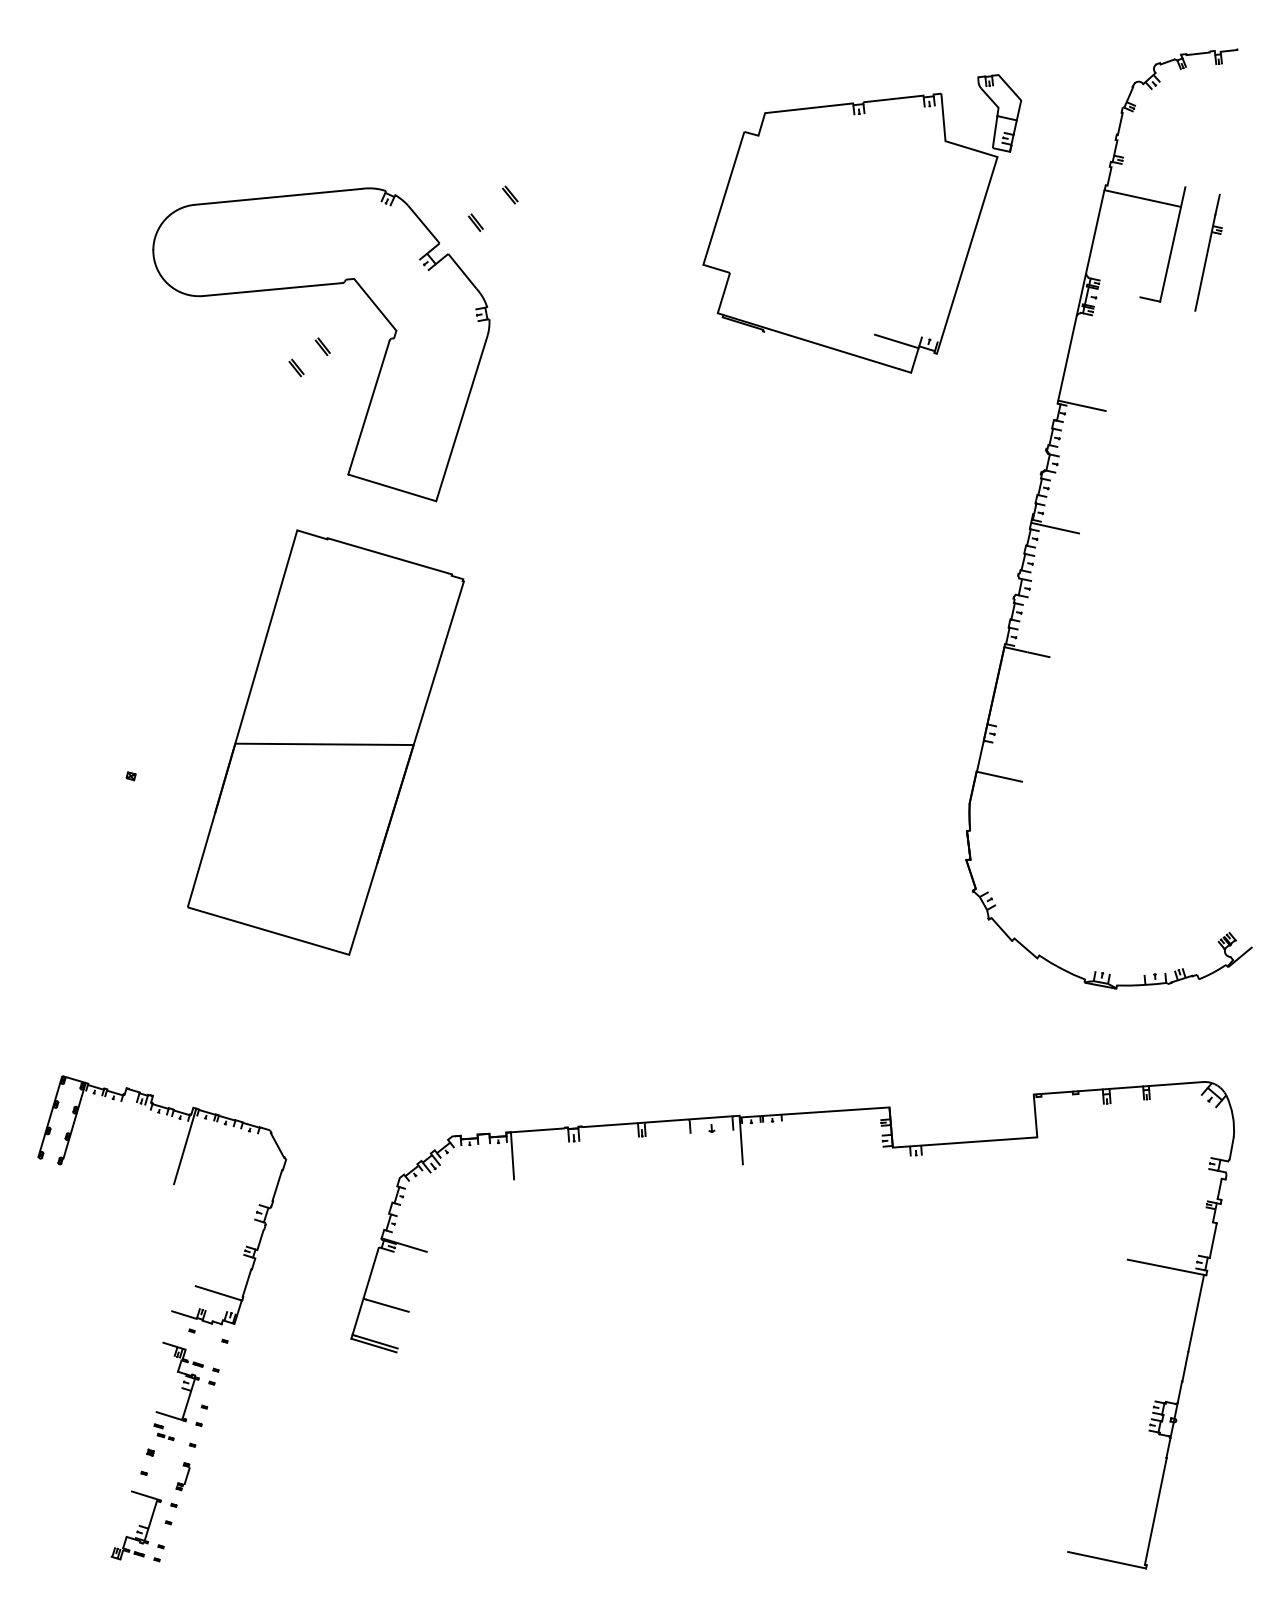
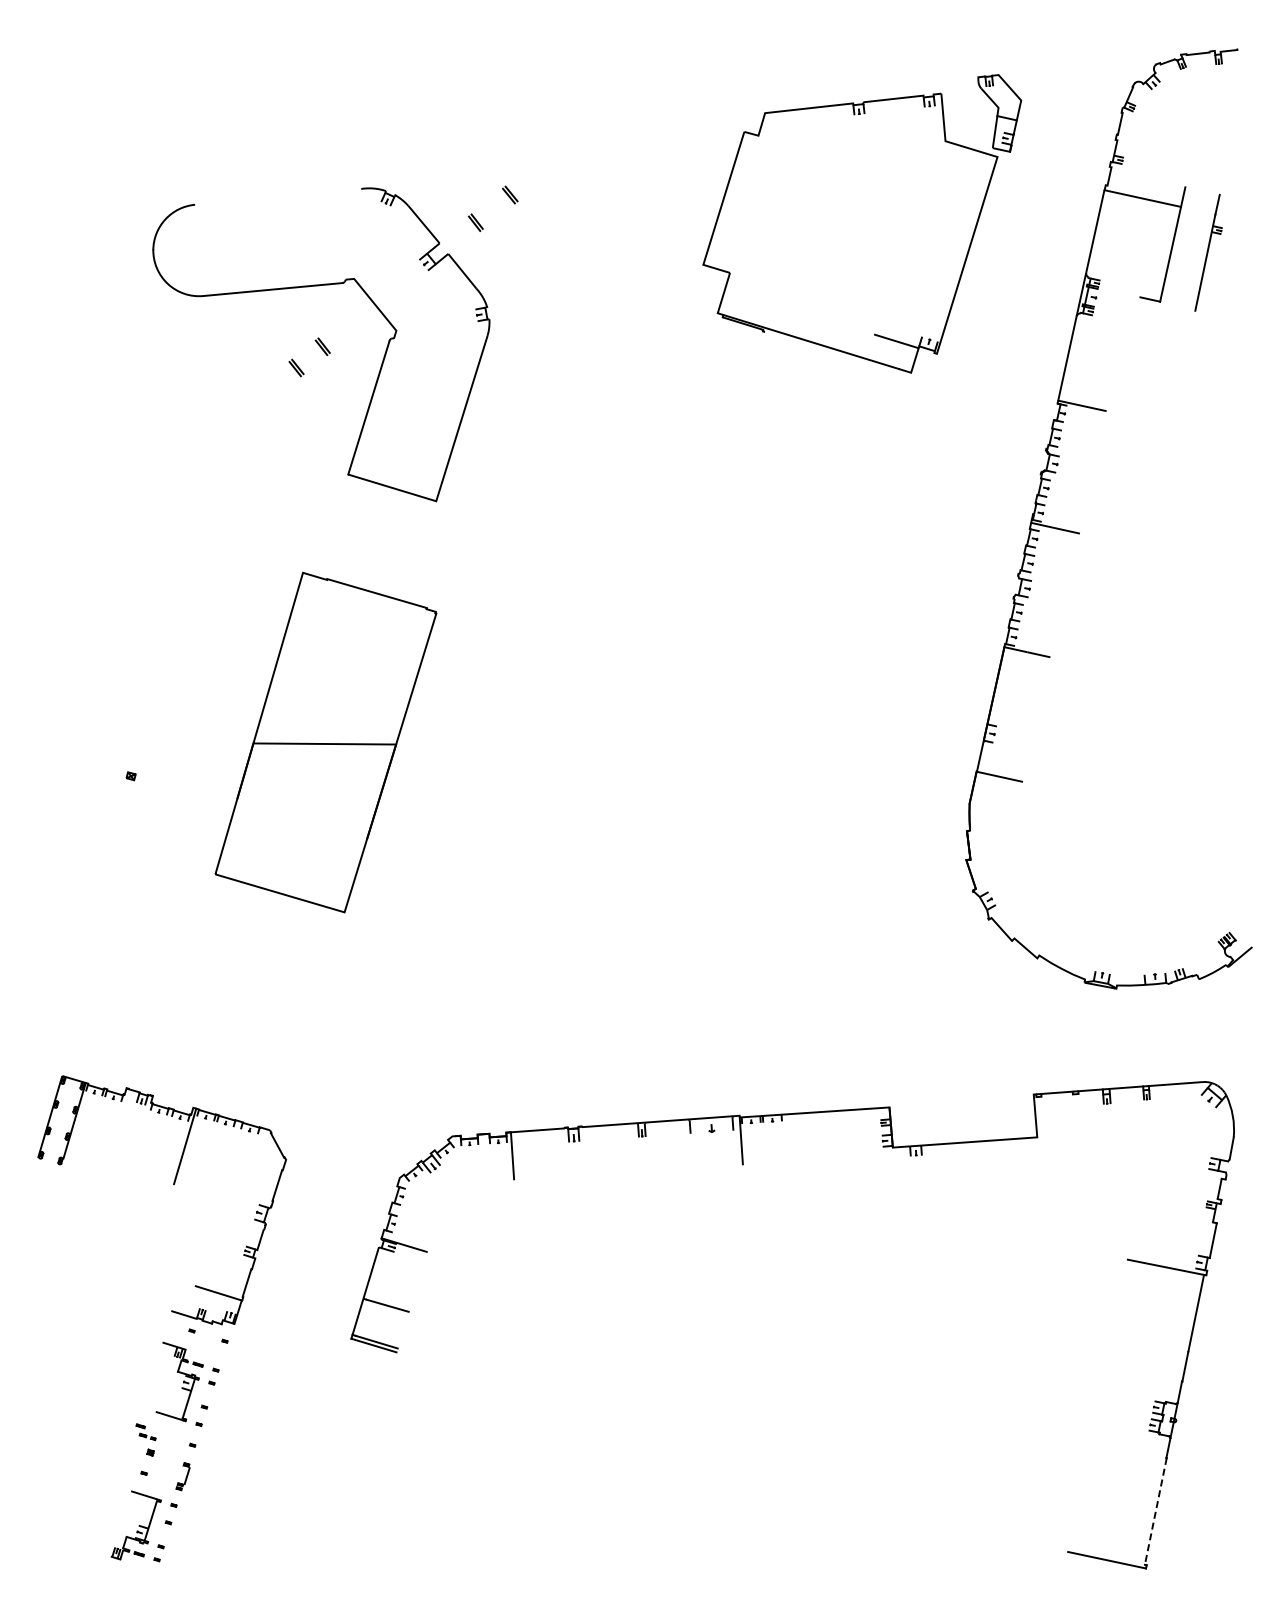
line at (278, 196): present -> none
part at (325, 742) size: 278x427 px -> 224x343 px
part at (163, 1432) position: (163, 1432) -> (145, 1432)
line at (1155, 1511): solid -> dashed
